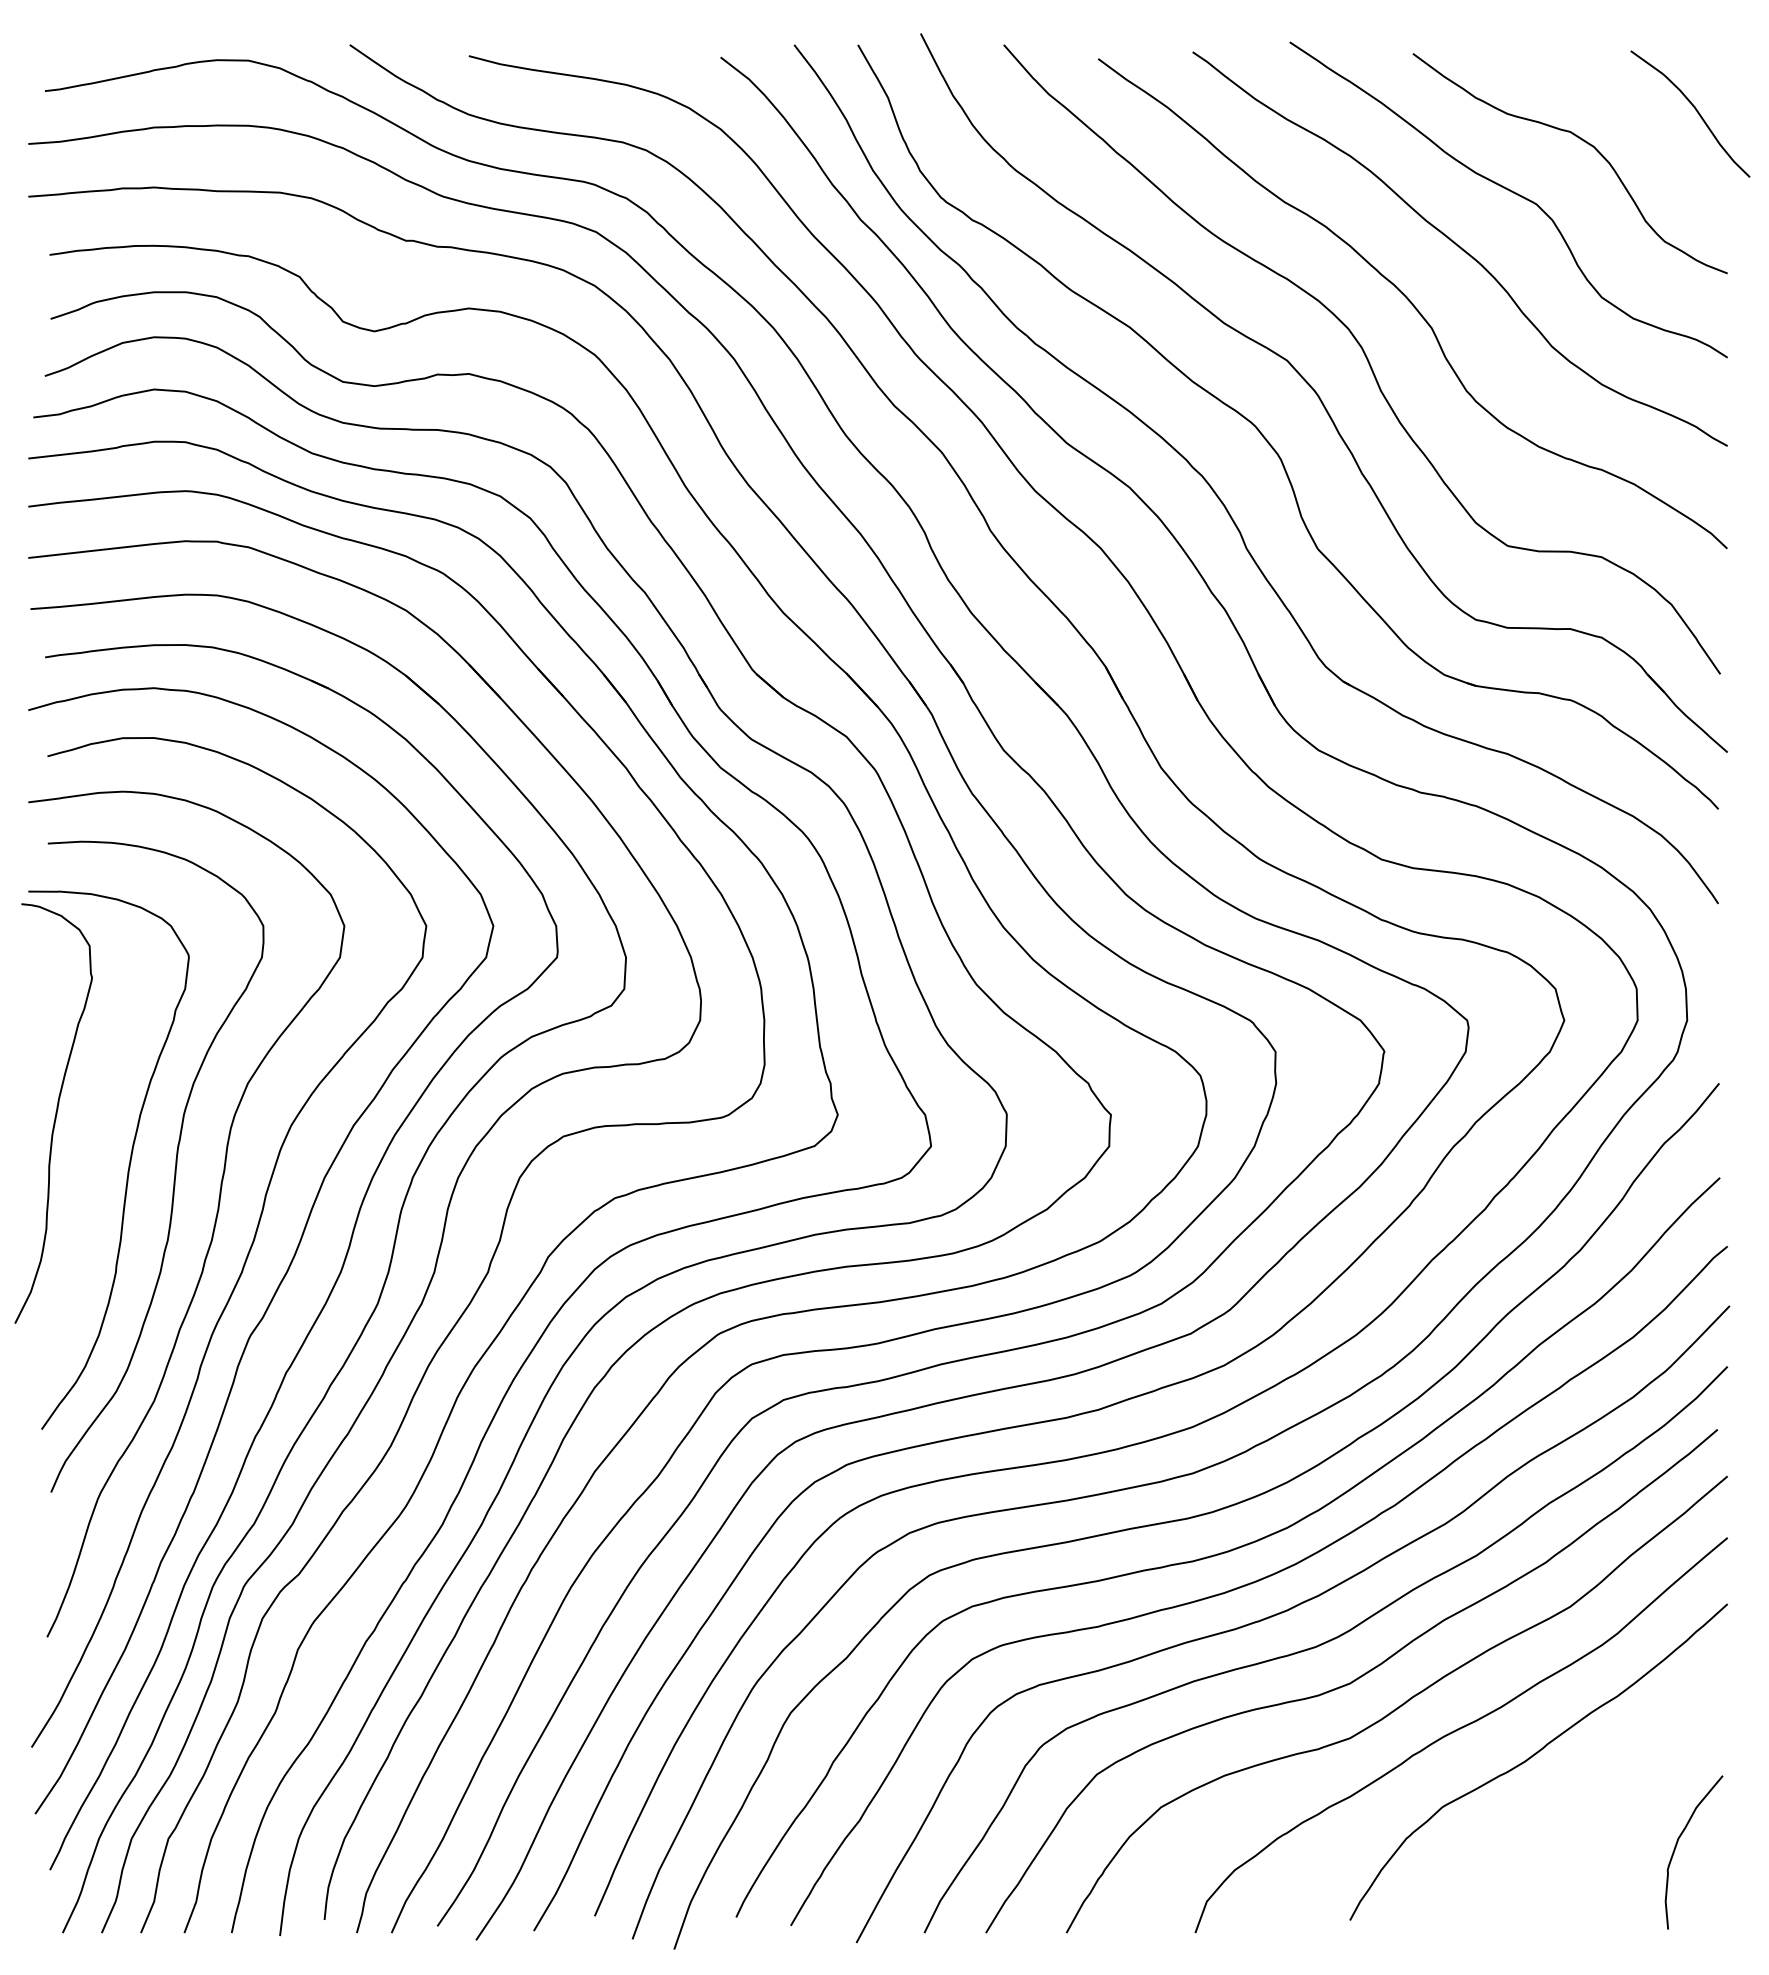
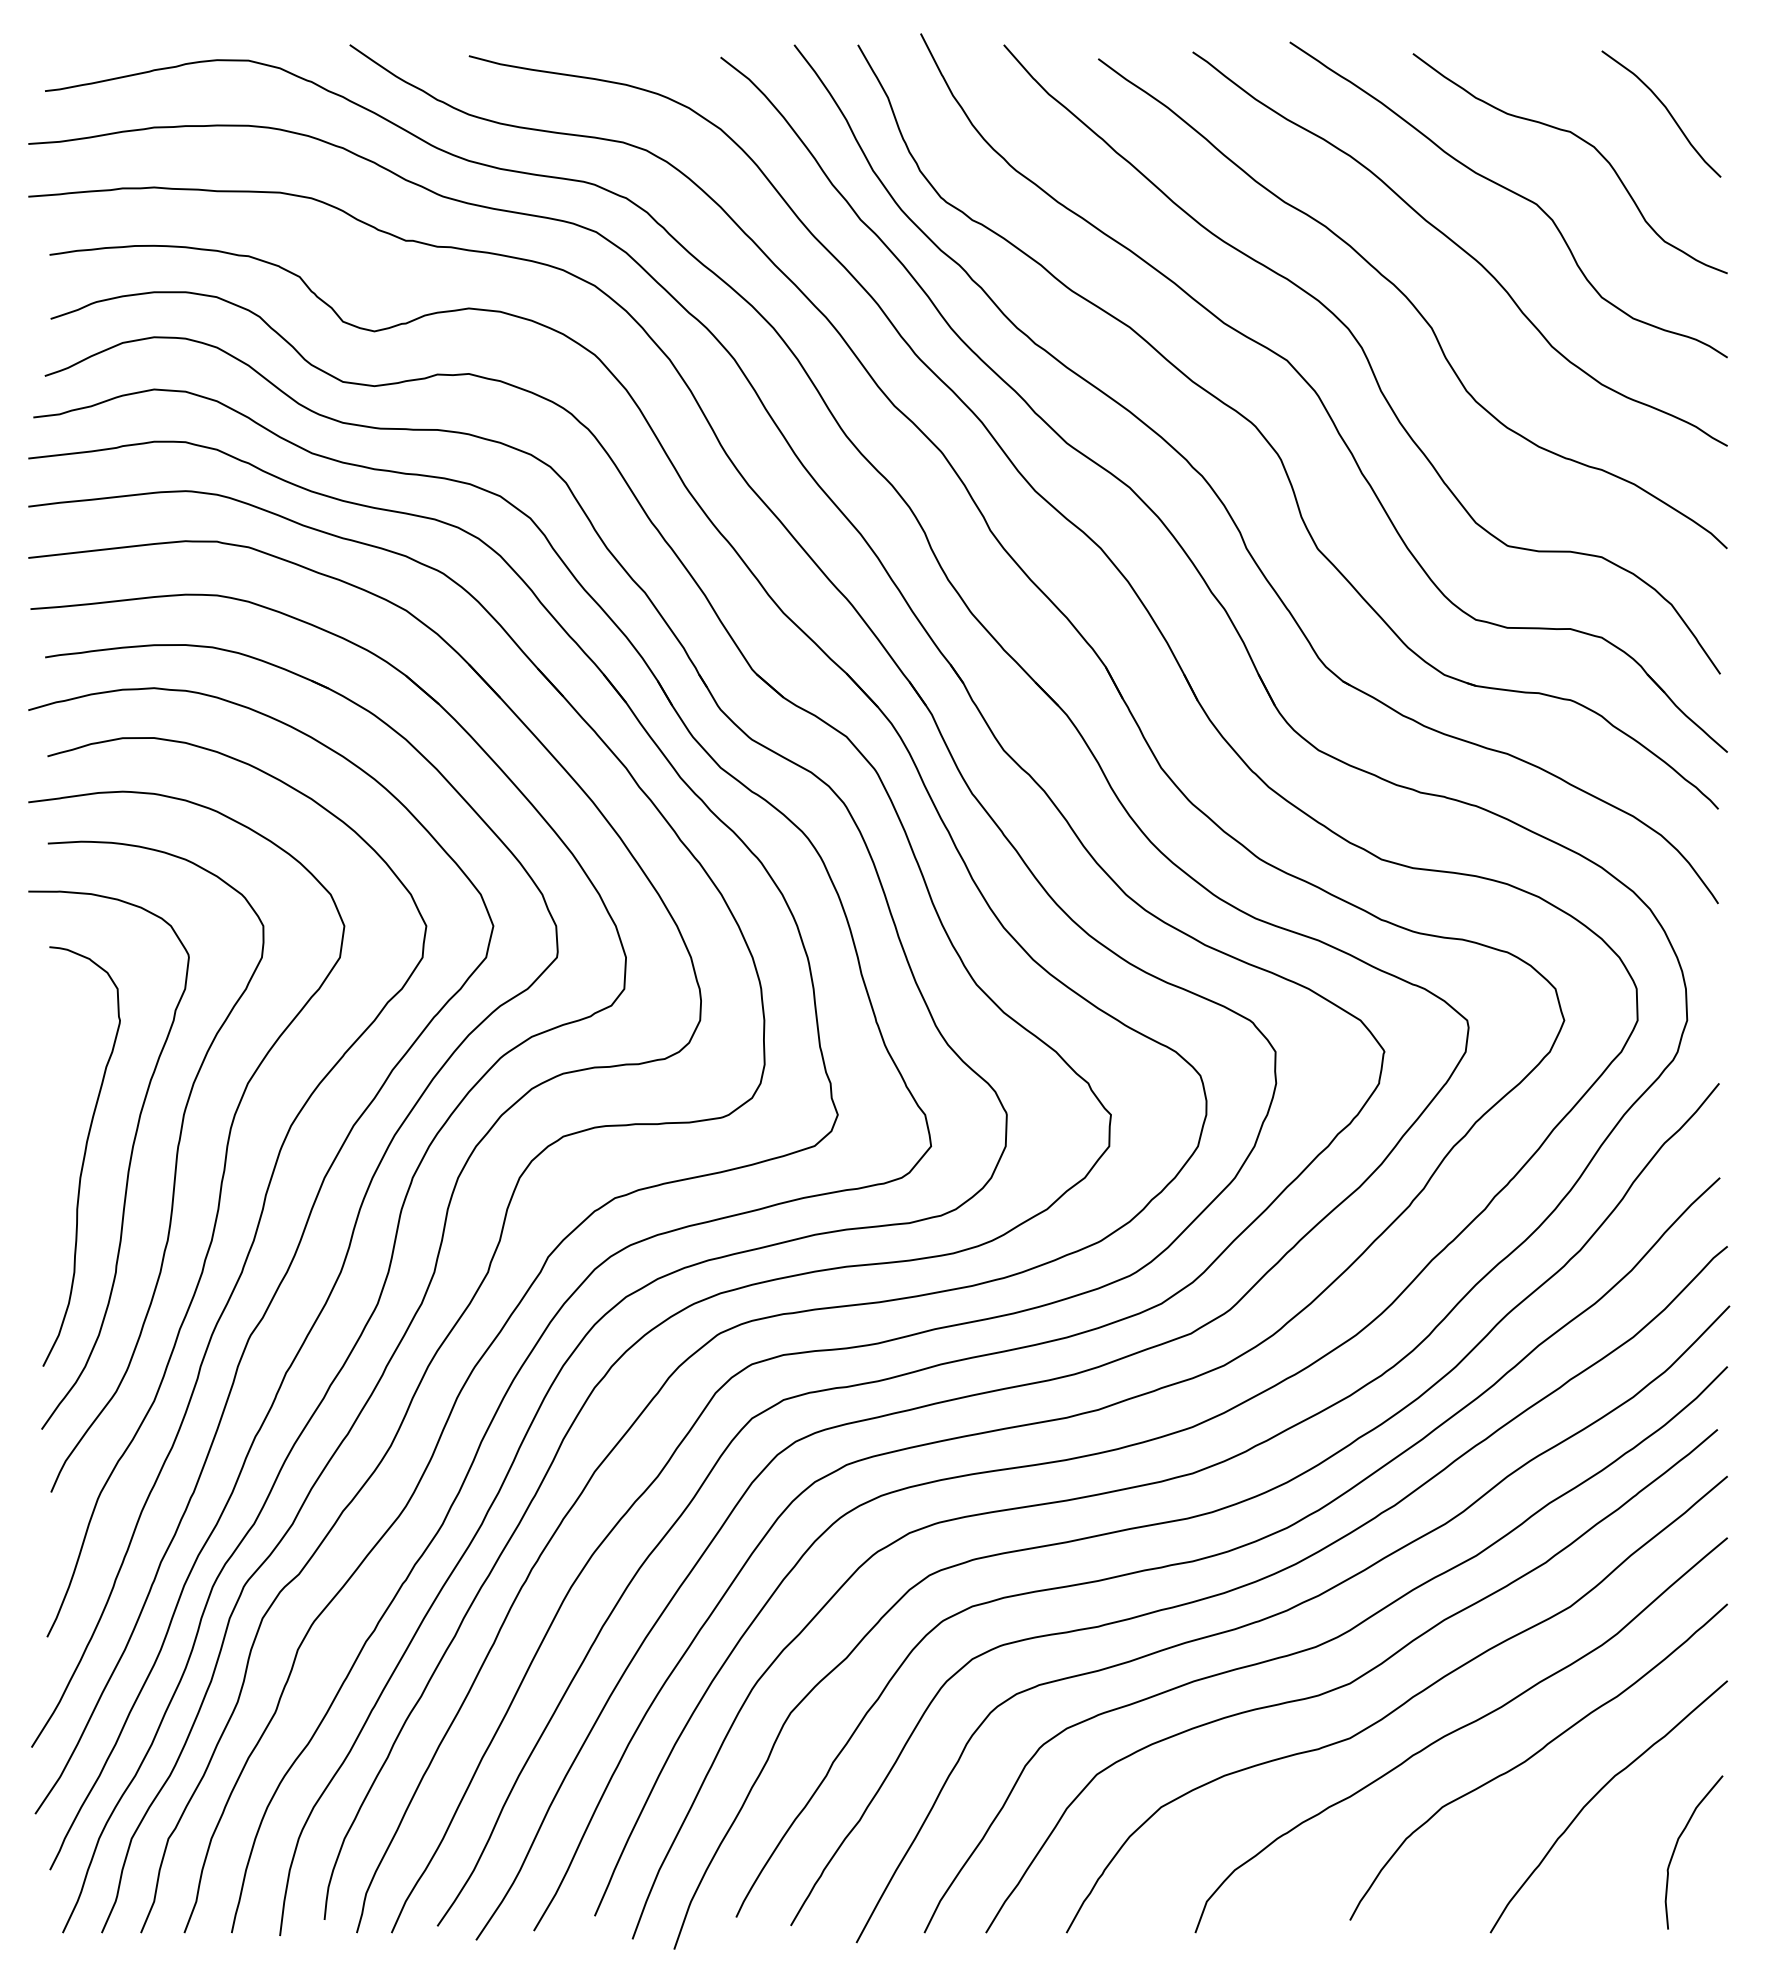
curve at (1695, 110) position: (1695, 110) -> (1666, 110)
curve at (55, 1113) position: (55, 1113) -> (83, 1156)
curve at (1597, 1794): none -> present
